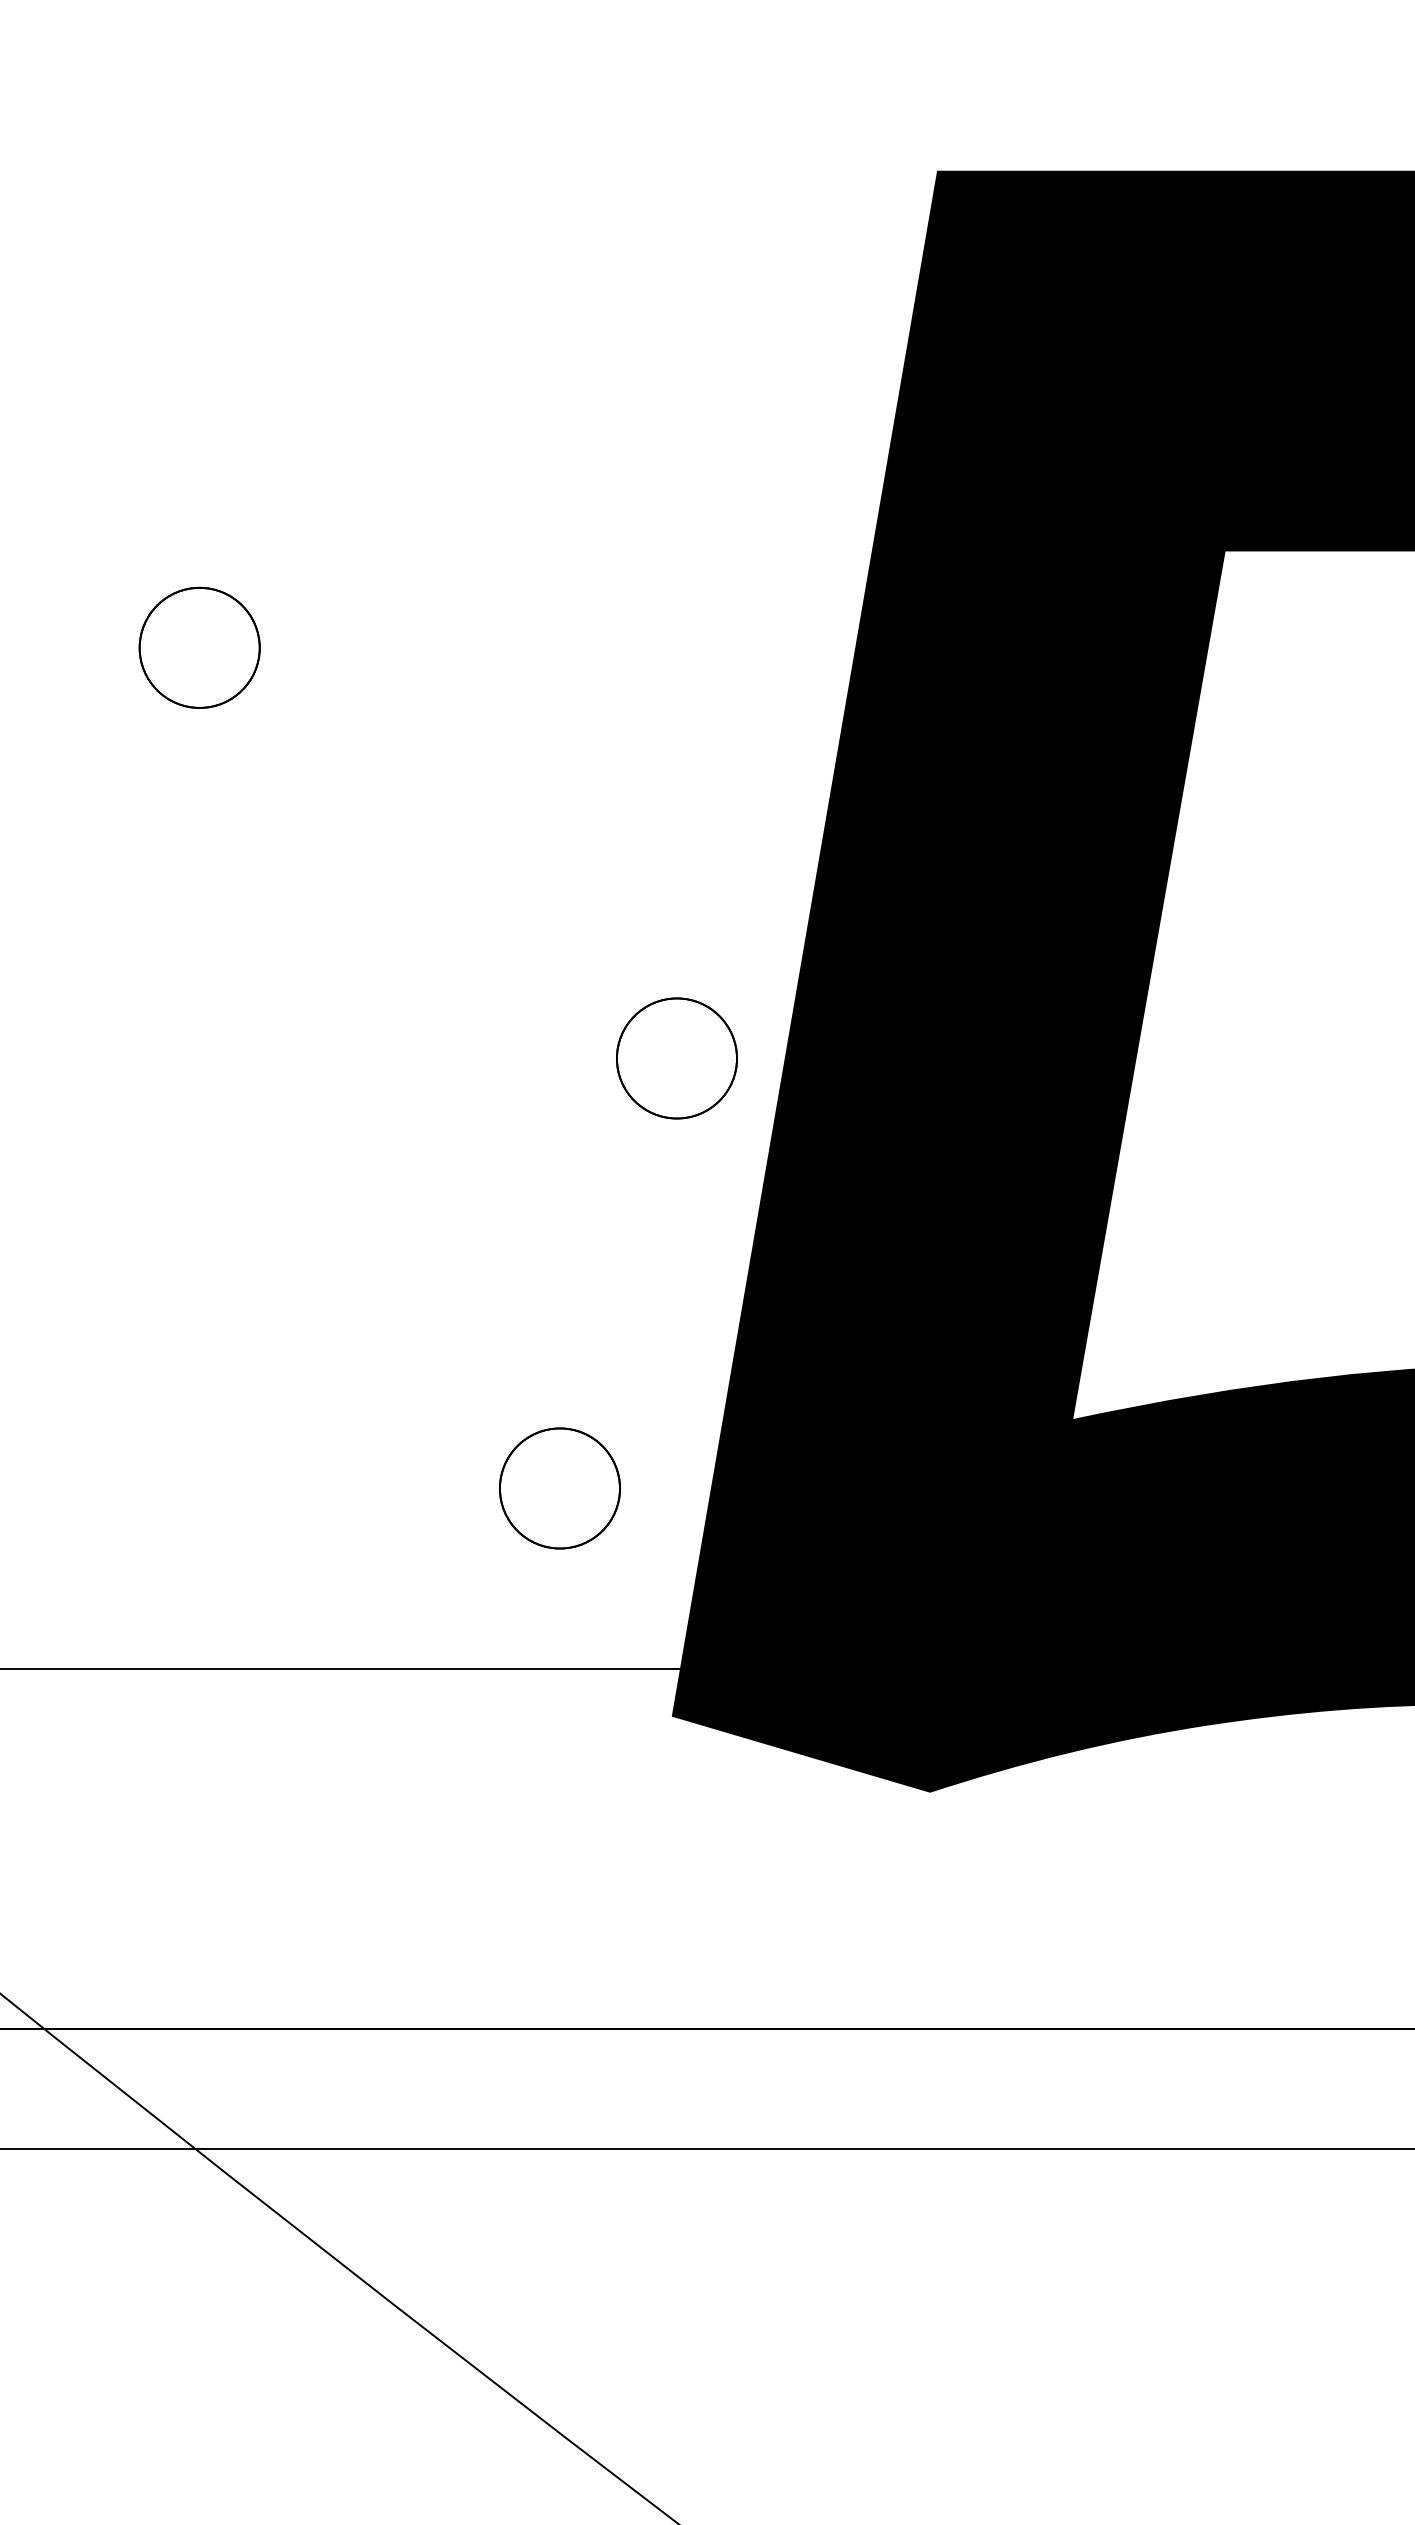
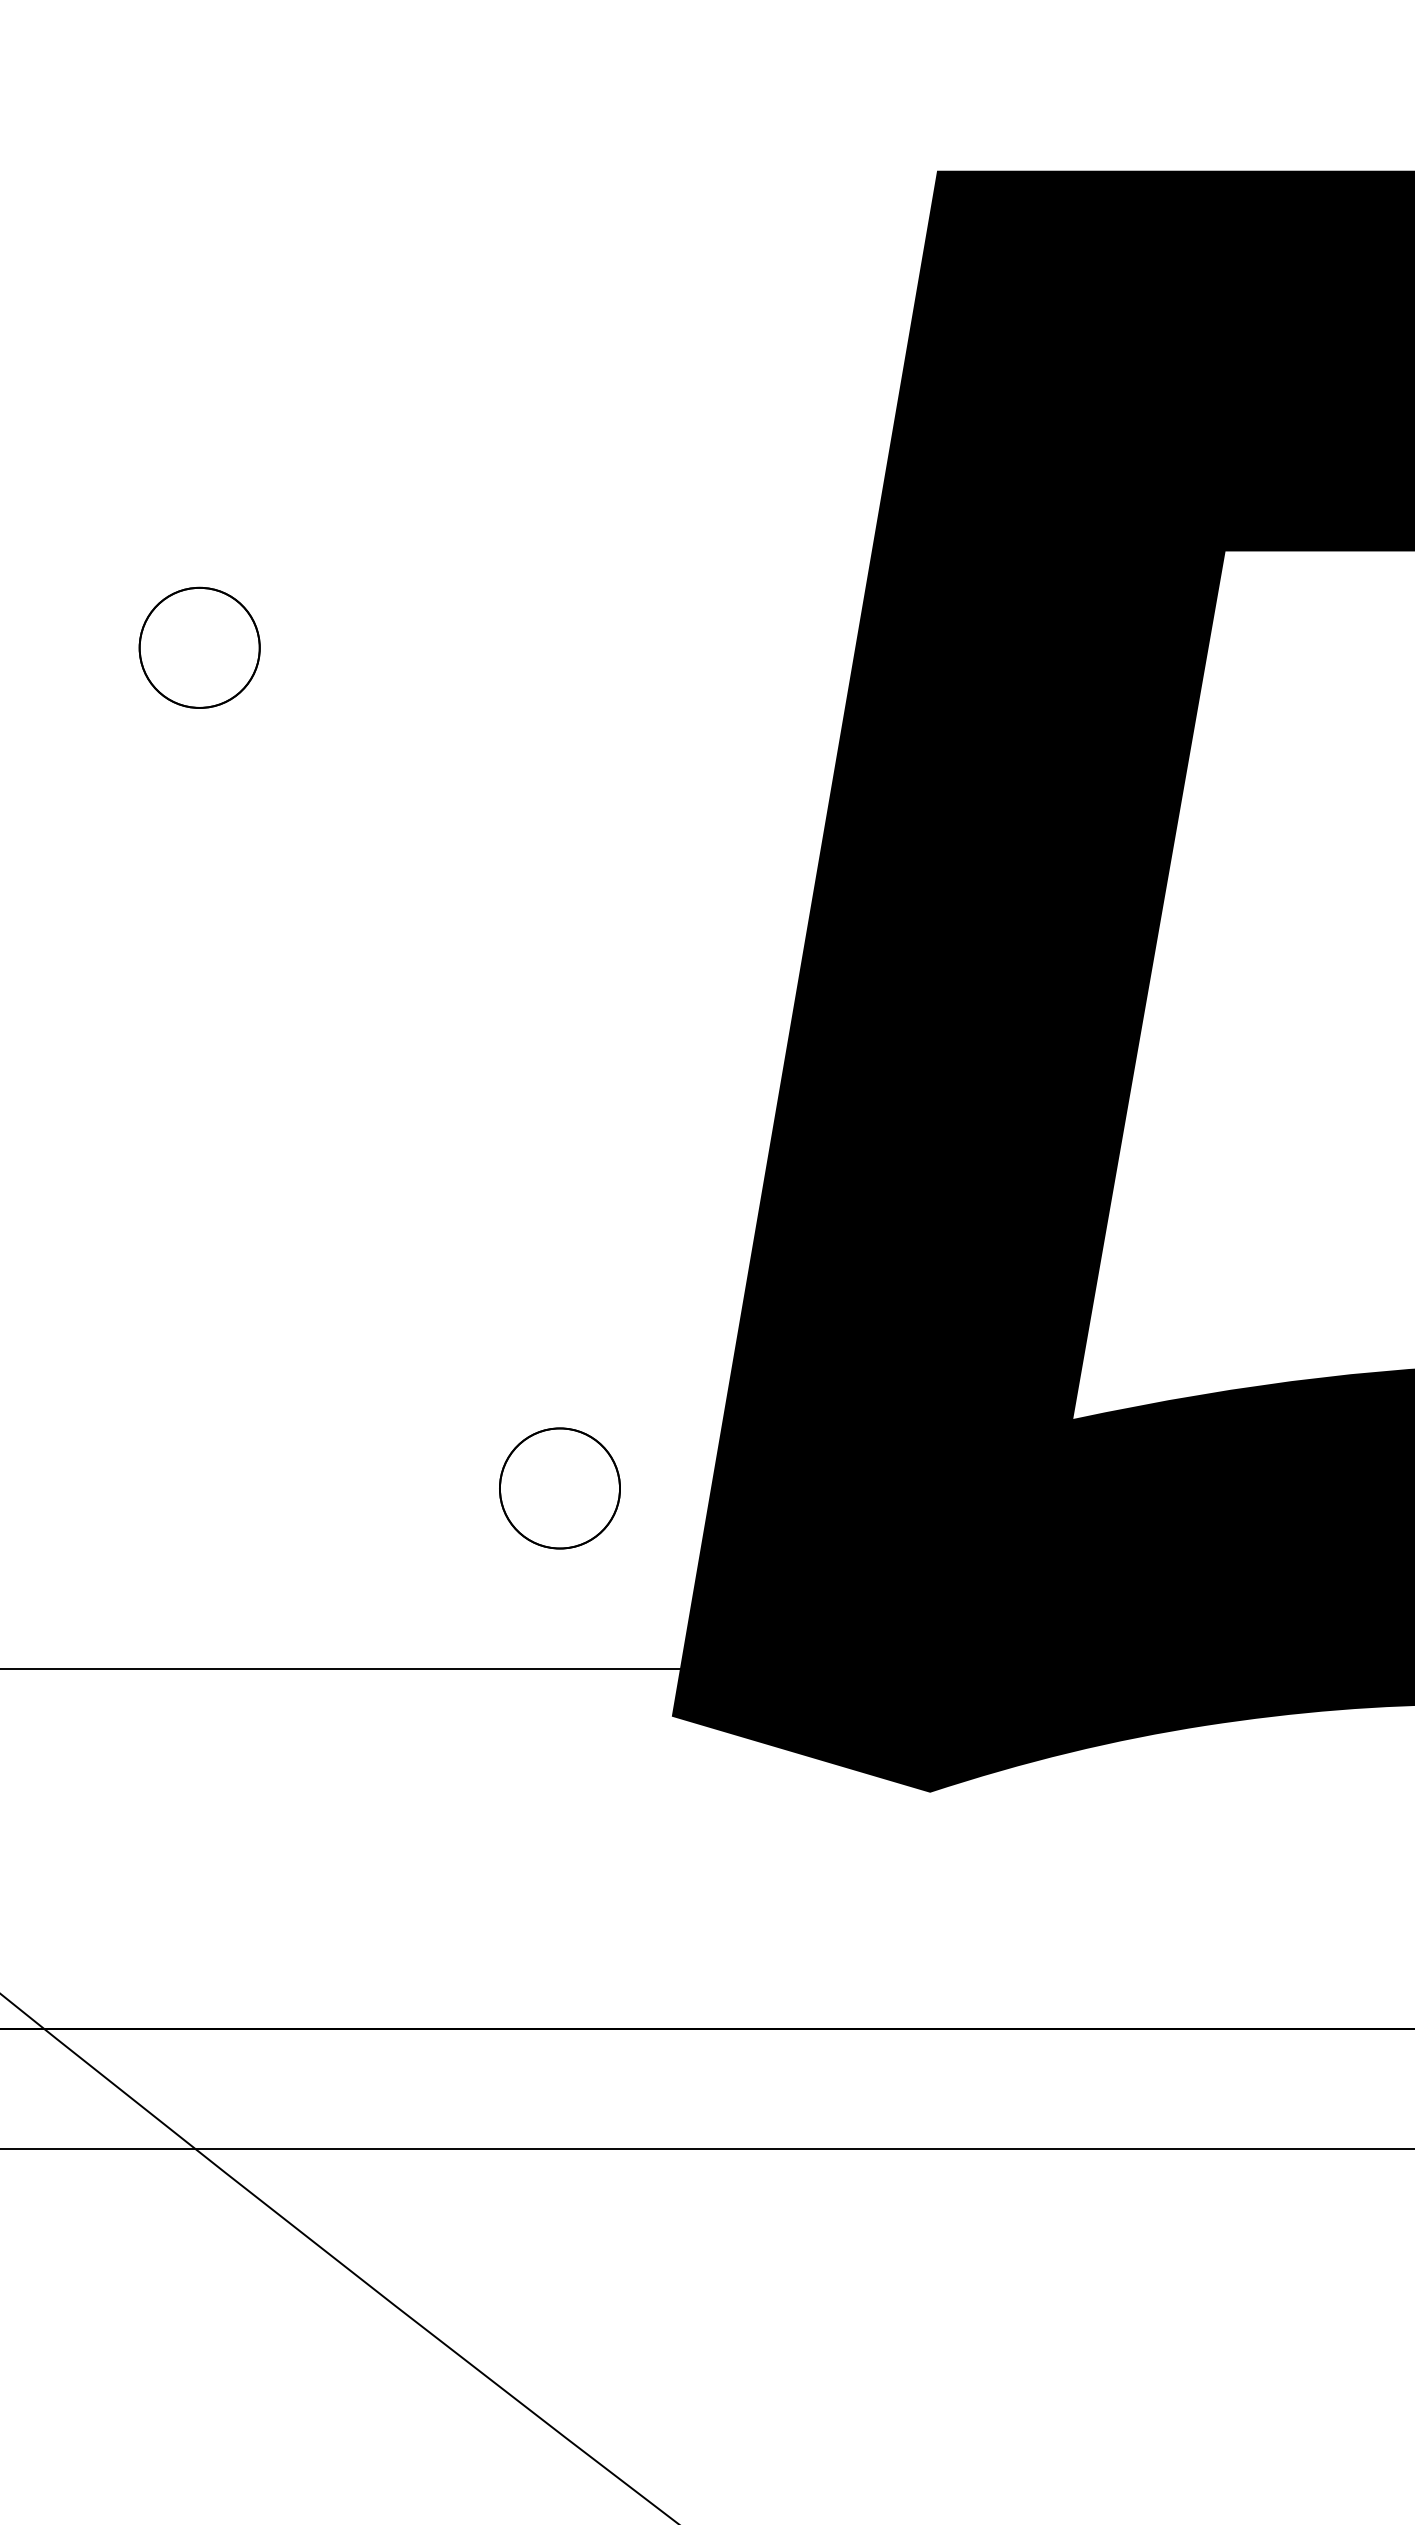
part at (676, 1058): present -> none
